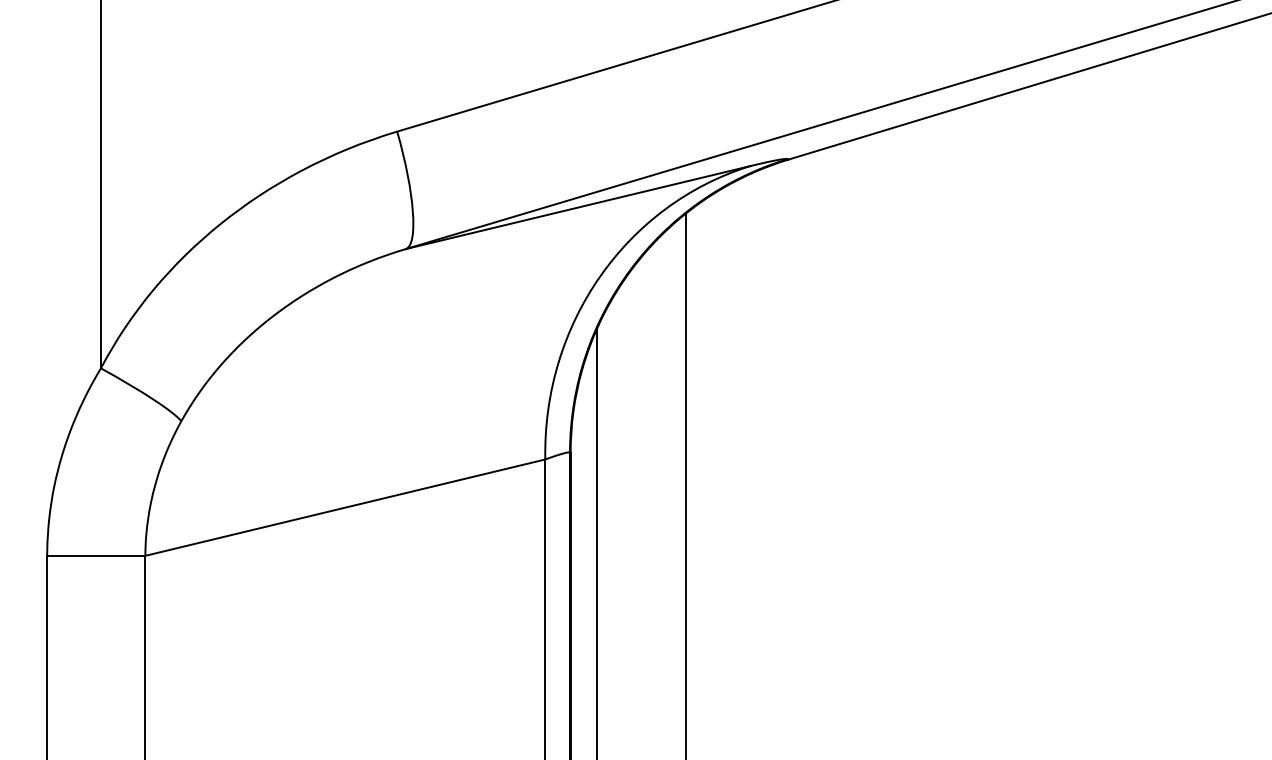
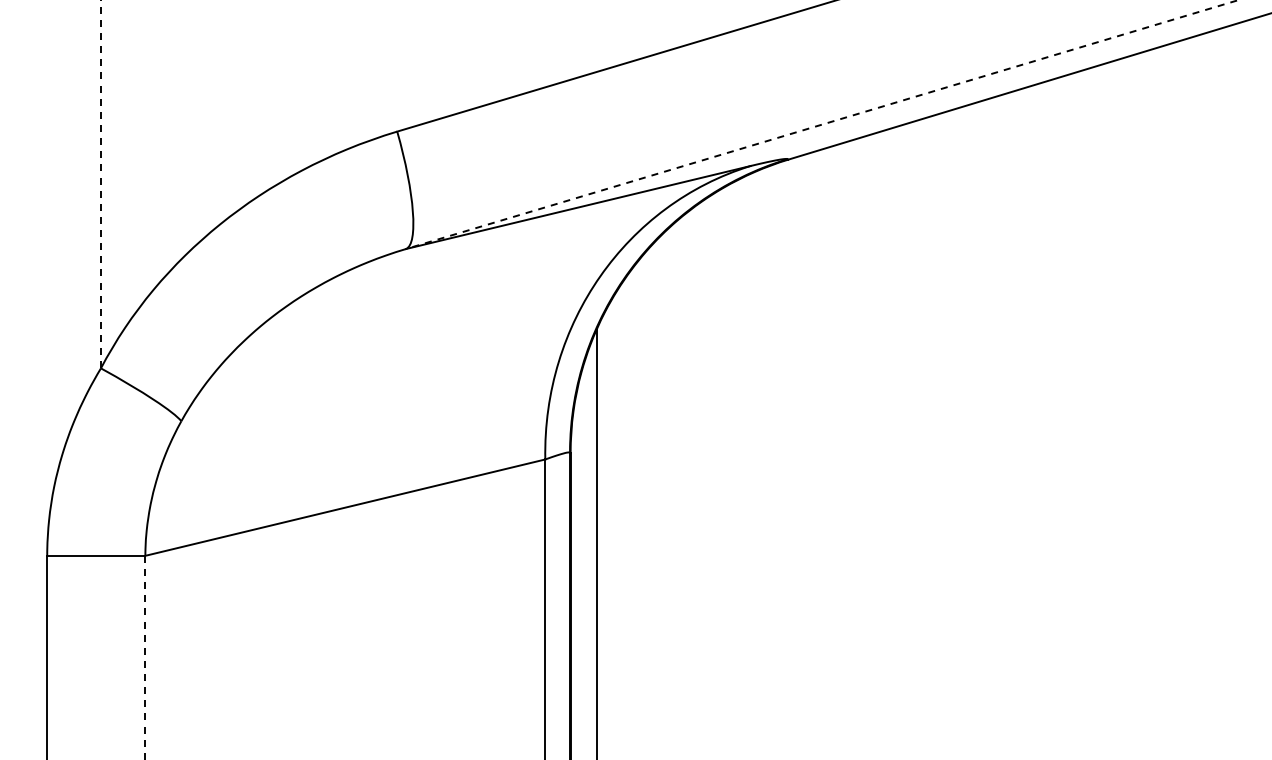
line at (822, 124): solid -> dashed
line at (100, 184): solid -> dashed
line at (685, 484): present -> none
line at (145, 657): solid -> dashed
